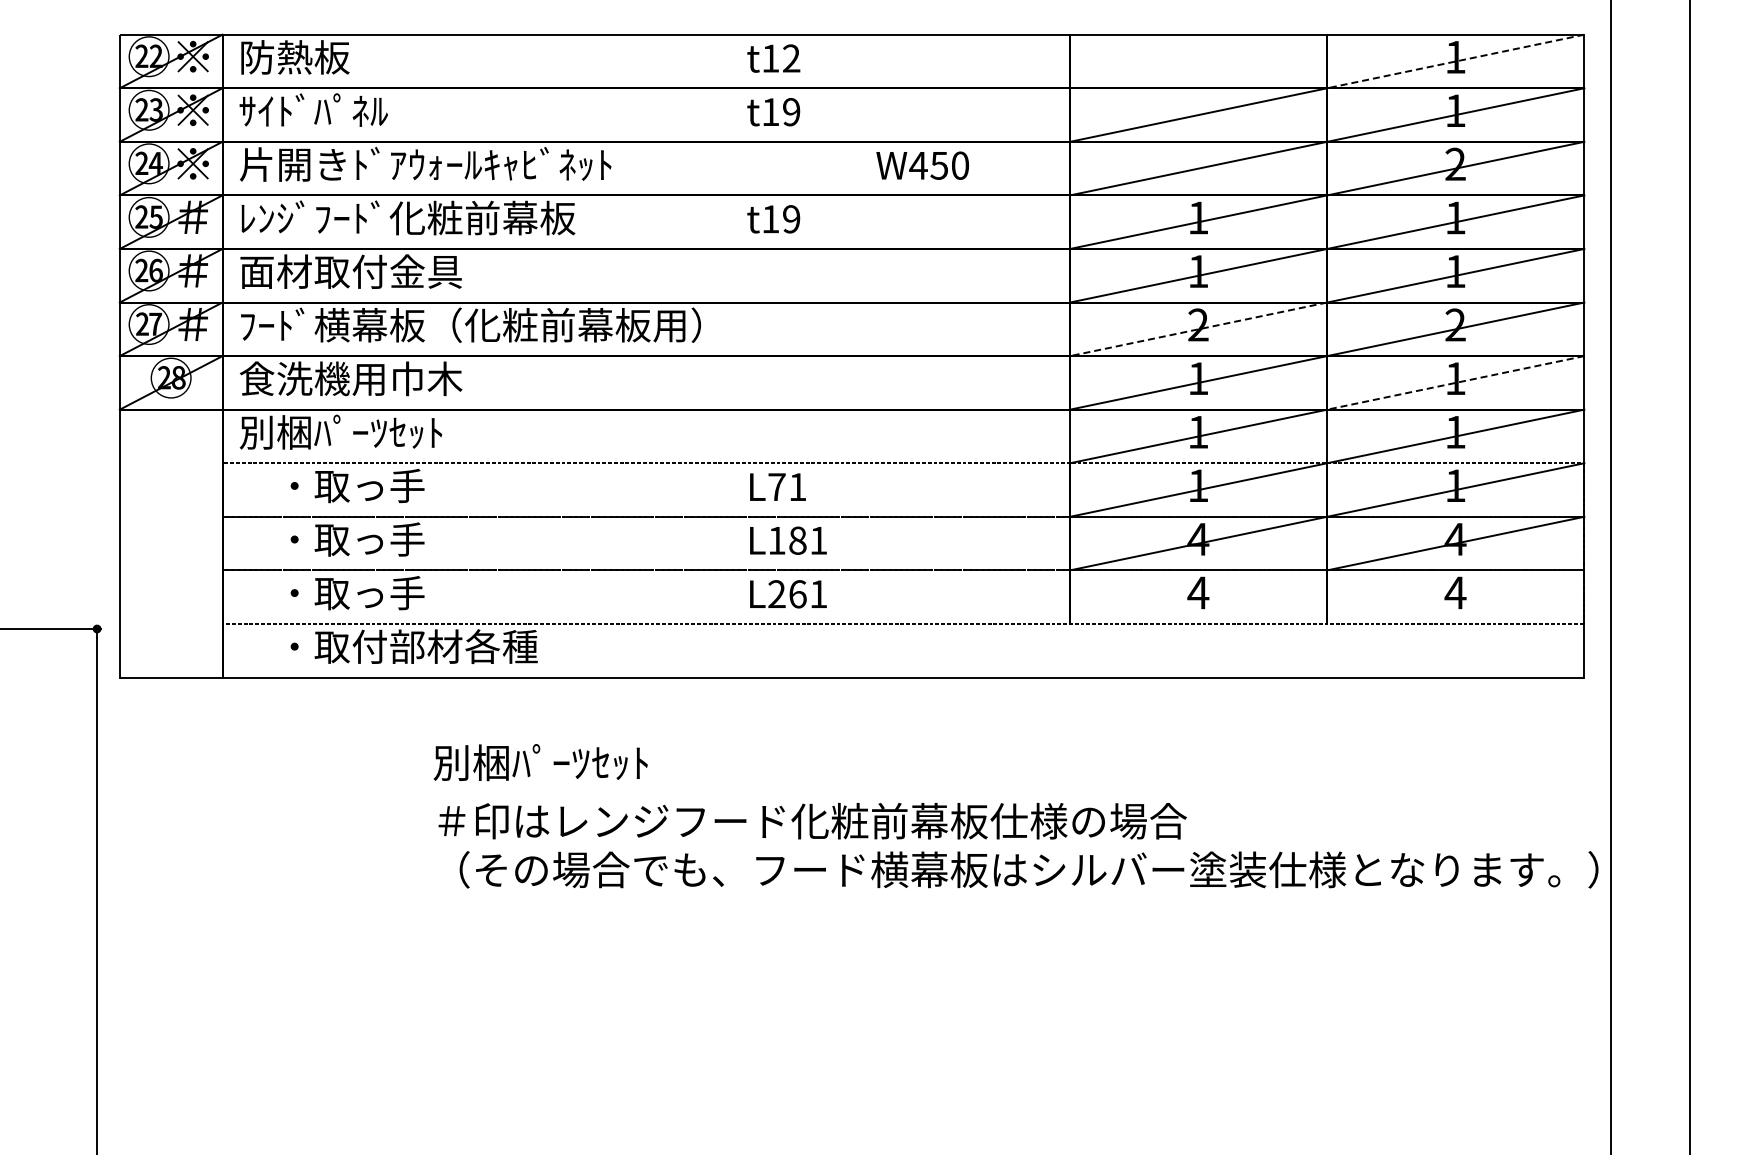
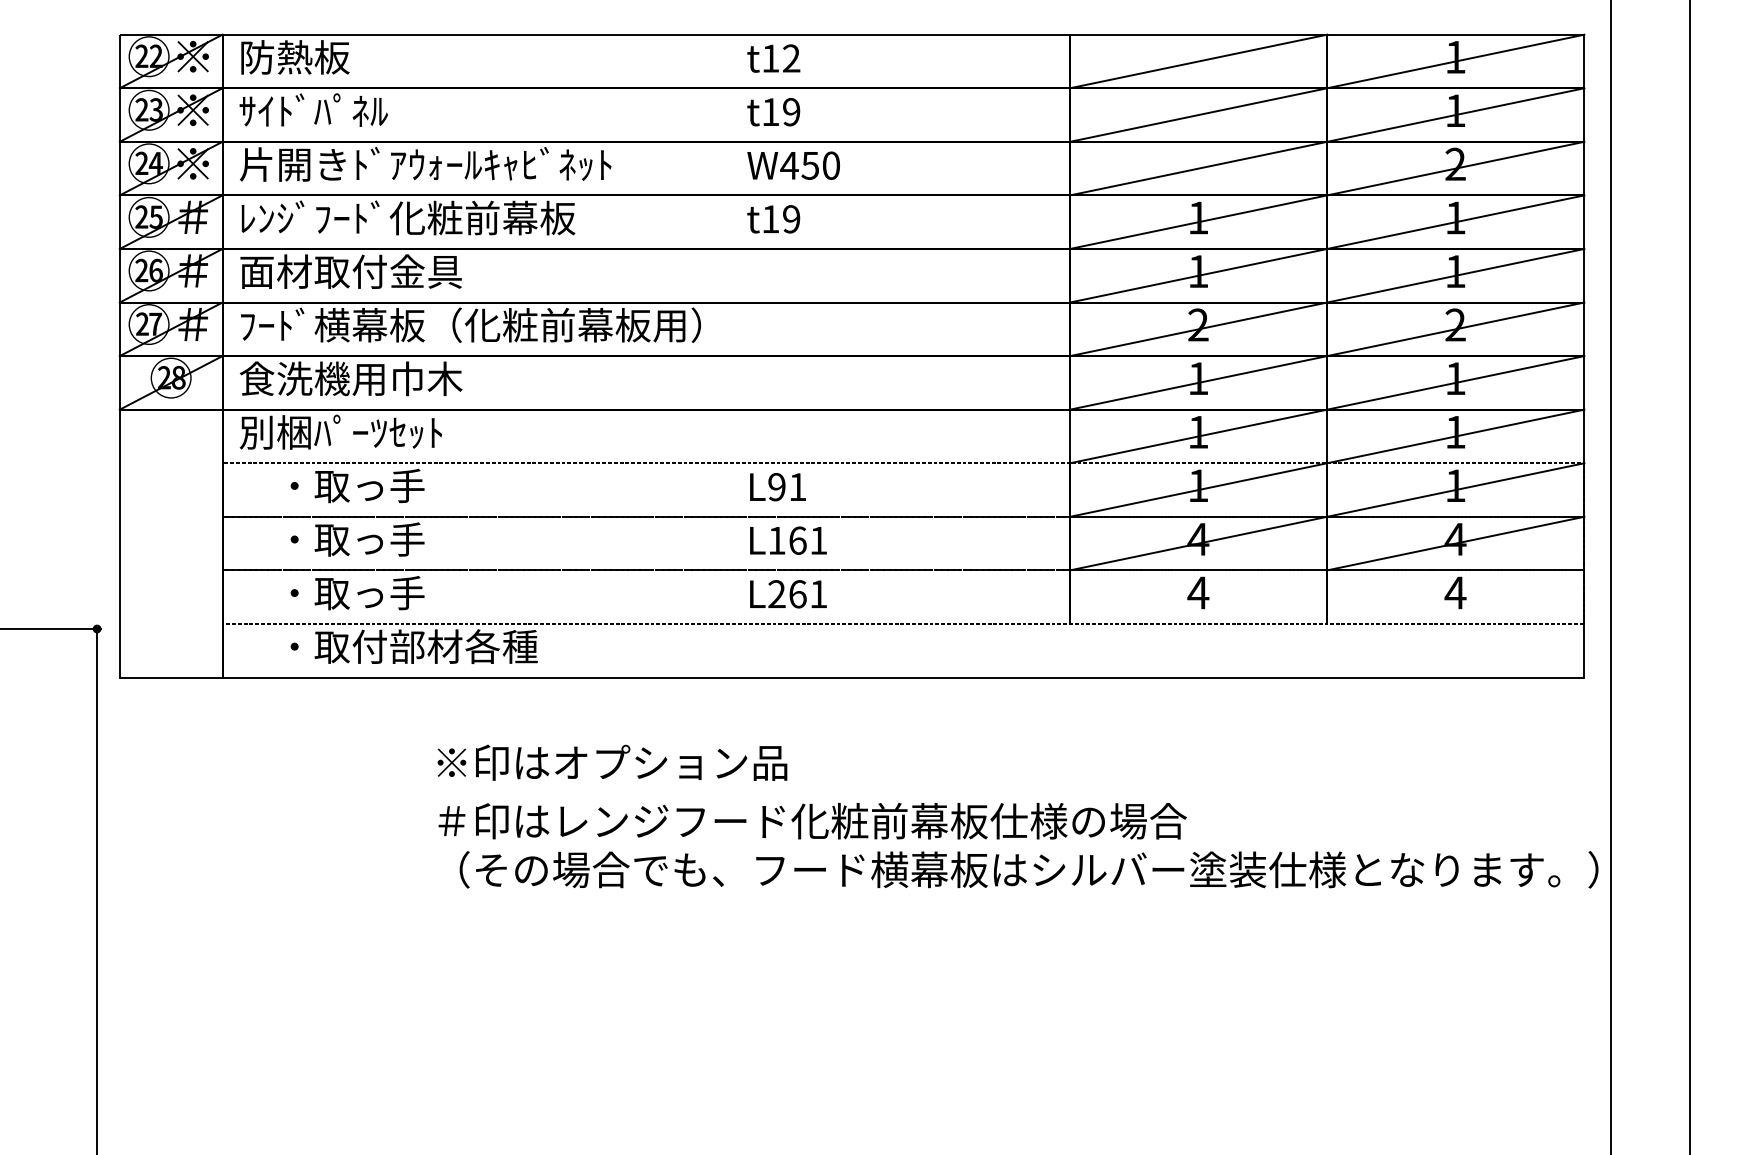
line at (1198, 61): none -> present
line at (1455, 61): dashed -> solid
text at (922, 165) position: (922, 165) -> (793, 165)
line at (1198, 329): dashed -> solid
line at (1455, 383): dashed -> solid
text at (776, 486): L71 -> L91
text at (797, 540): L181 -> L161
text at (610, 762): 別梱ﾊﾟｰﾂｾｯﾄ -> ※印はオプション品
